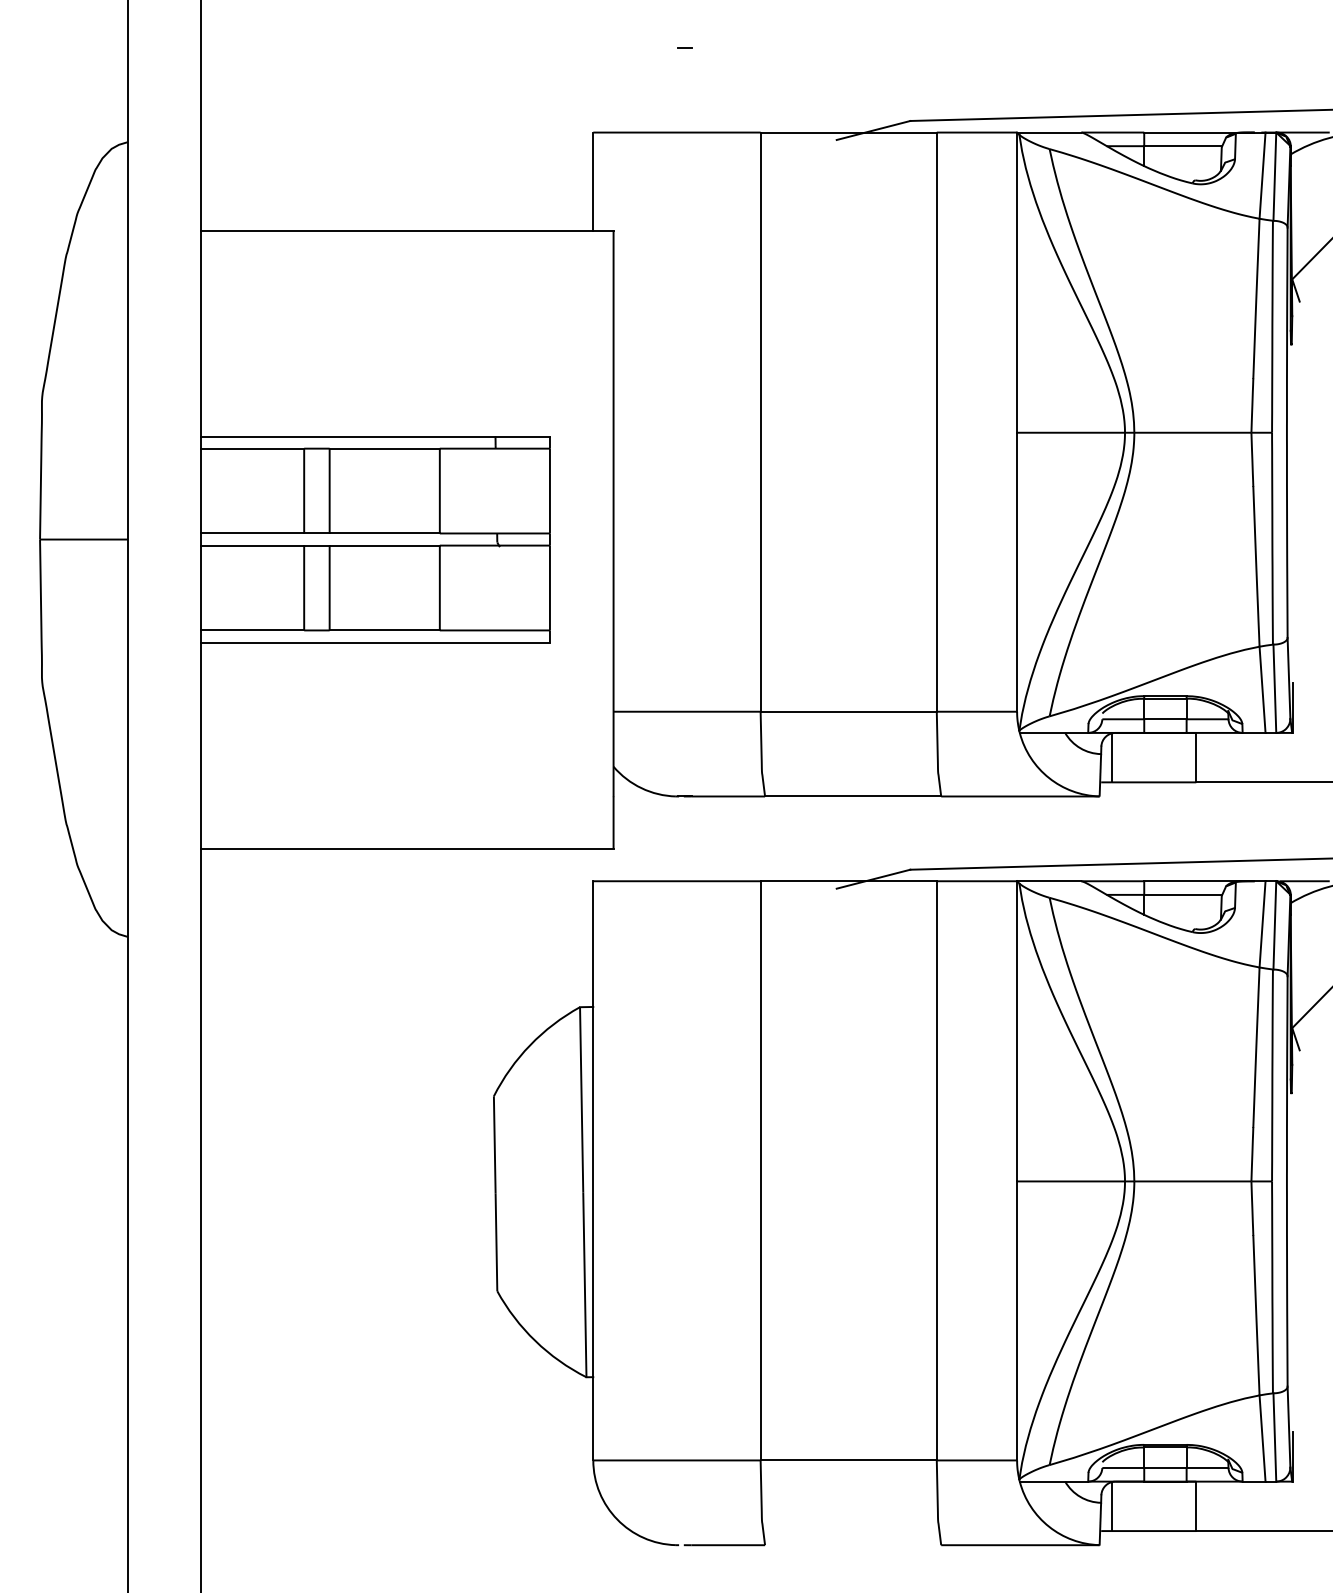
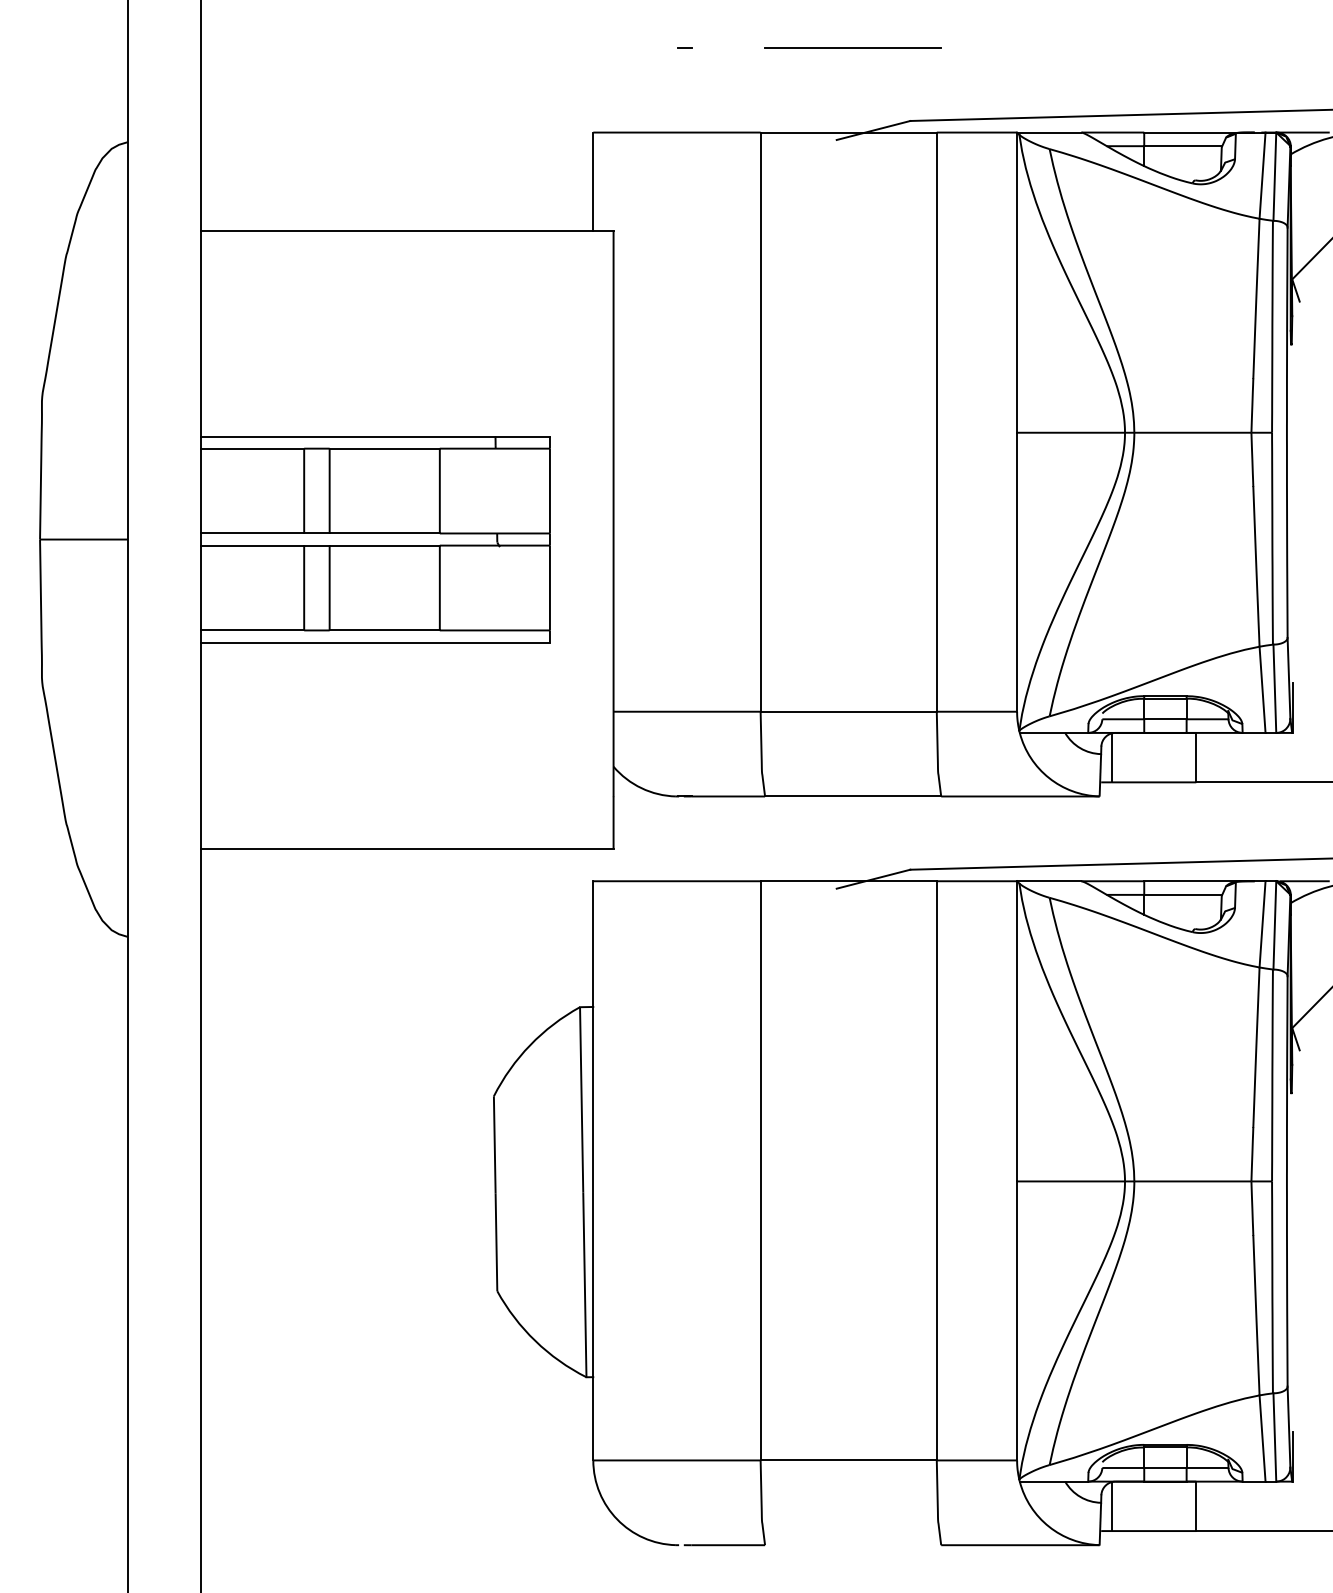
line at (852, 47): none -> present
